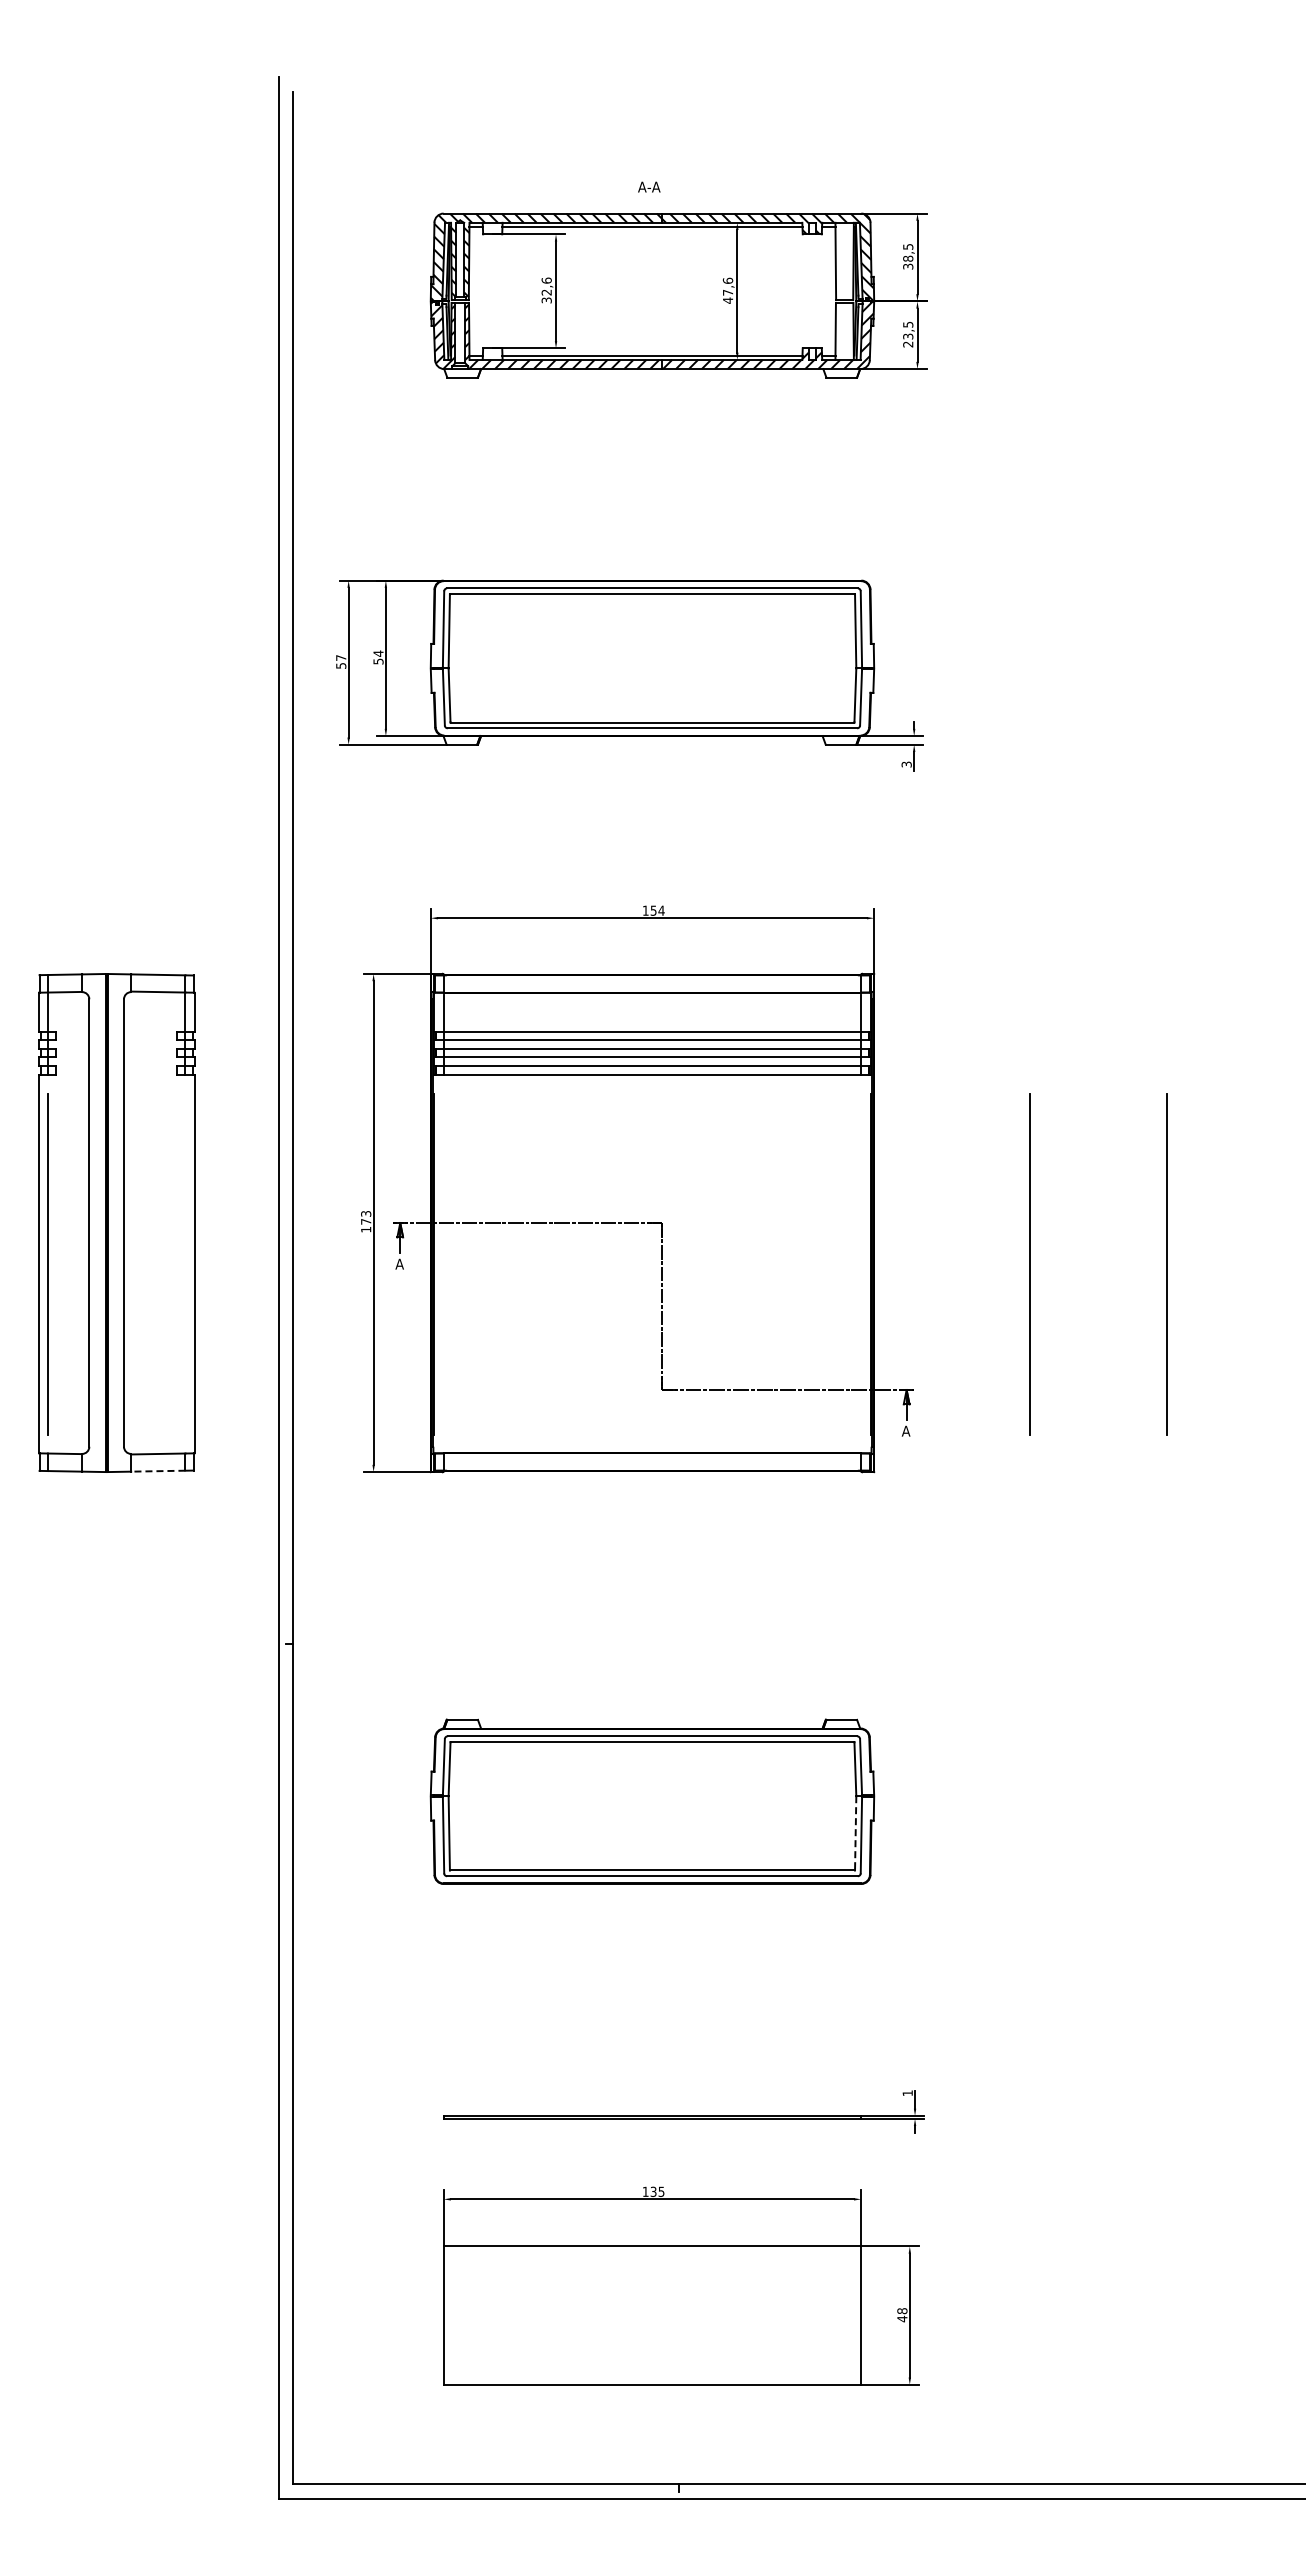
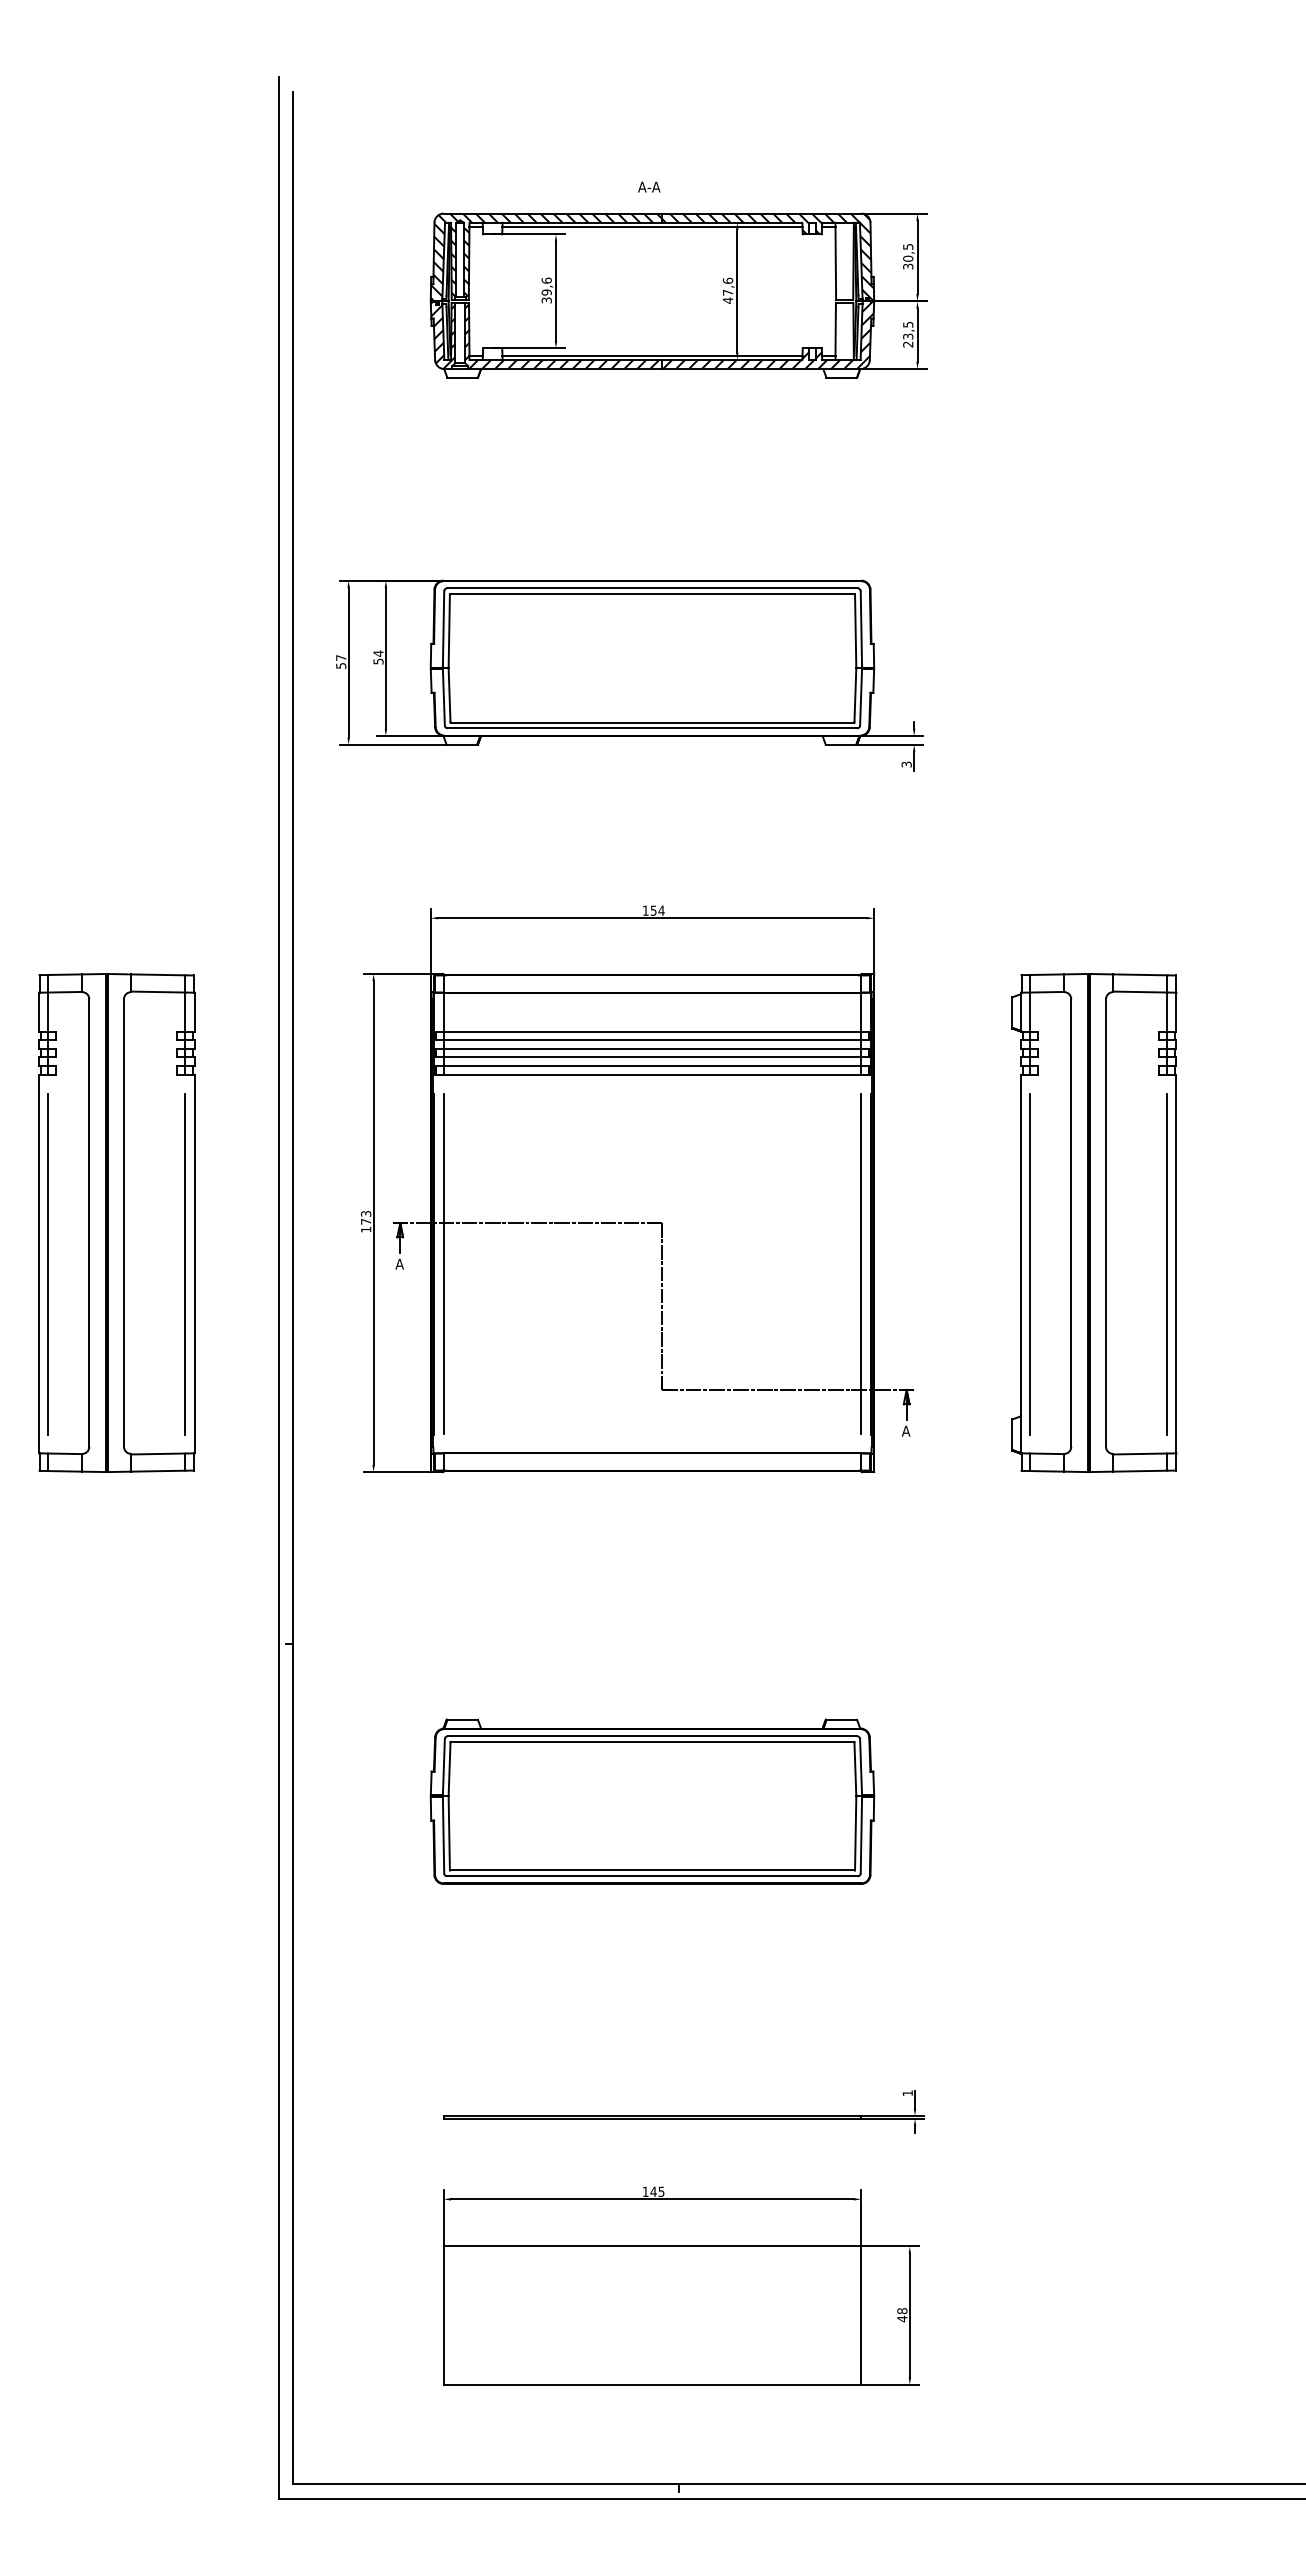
text at (908, 258): 38,5 -> 30,5
text at (546, 292): 32,6 -> 39,6
part at (1094, 1222): none -> present
line at (185, 1263): none -> present
line at (443, 1263): none -> present
line at (861, 1263): none -> present
line at (157, 1471): dashed -> solid
line at (855, 1833): dashed -> solid
text at (653, 2191): 135 -> 145
